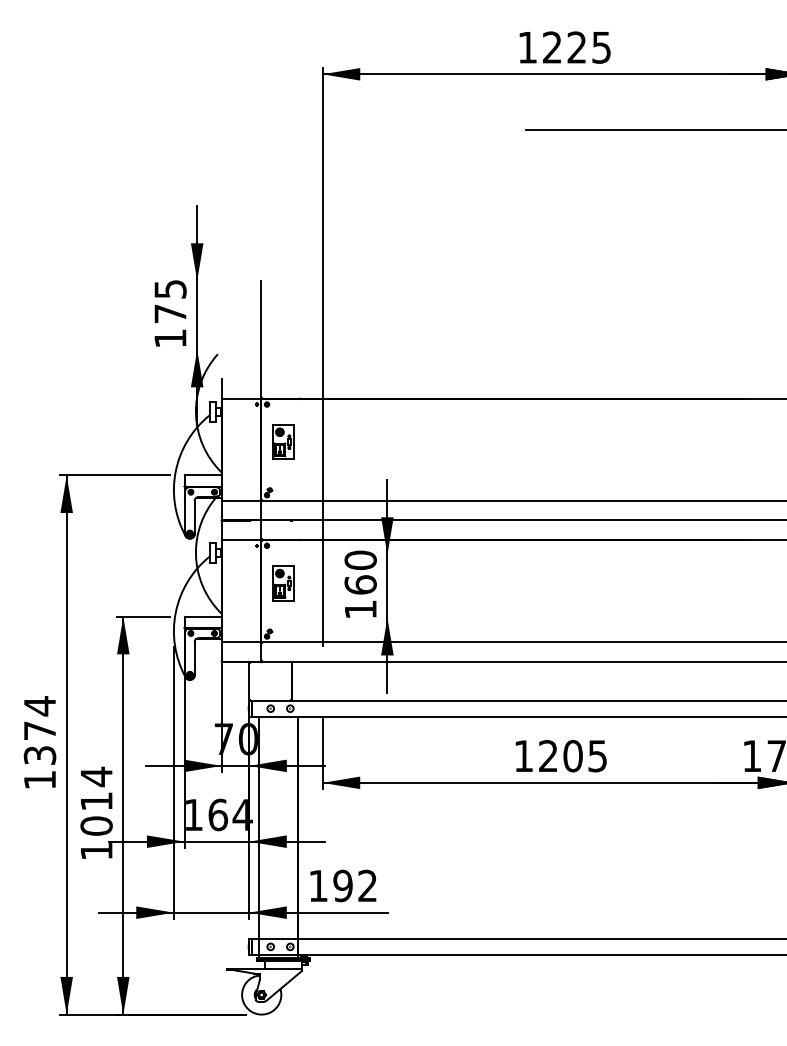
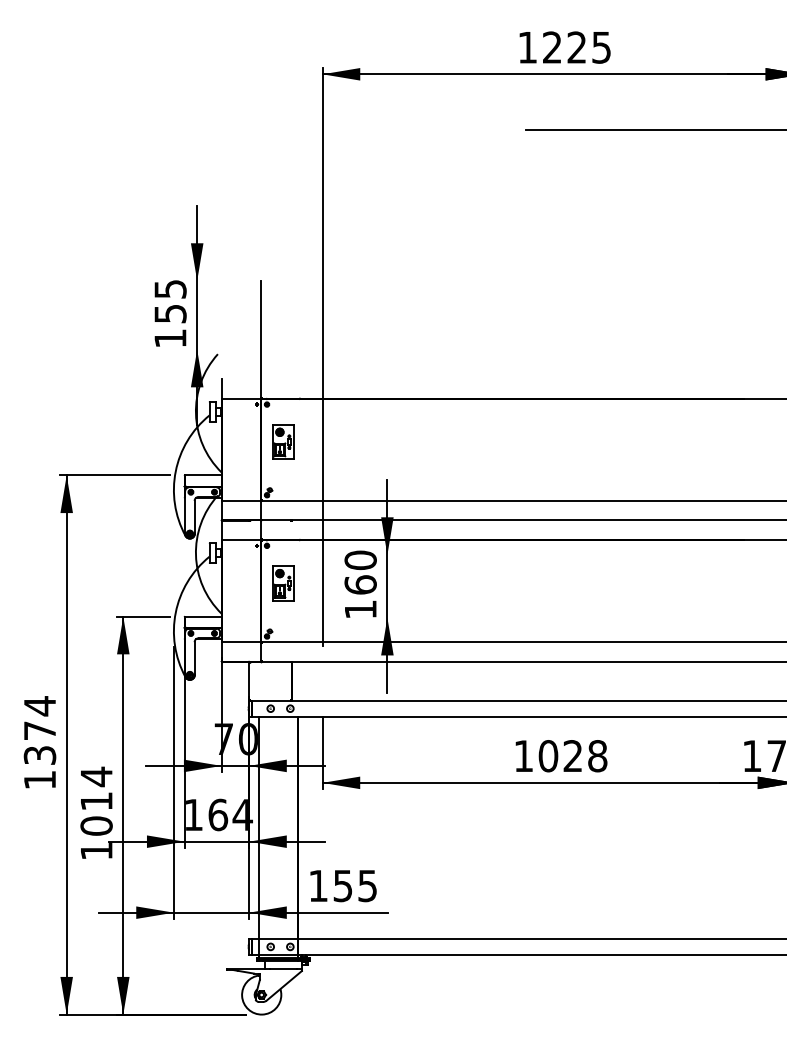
text at (170, 313): 175 -> 155
text at (572, 756): 1205 -> 1028
text at (354, 885): 192 -> 155
